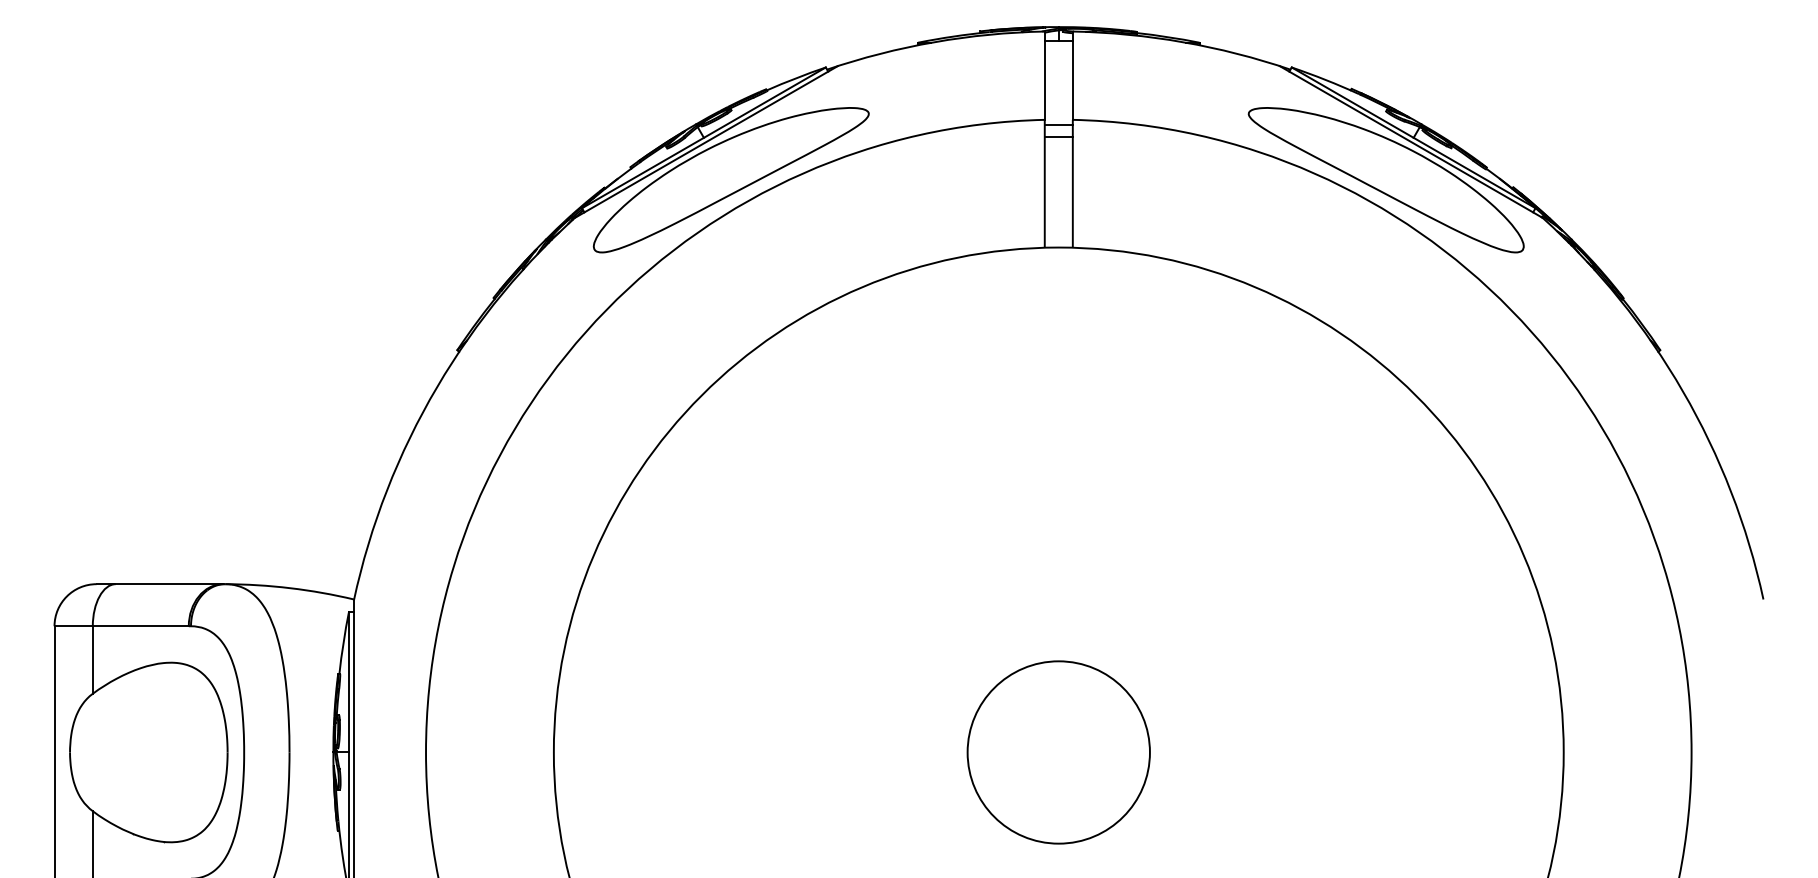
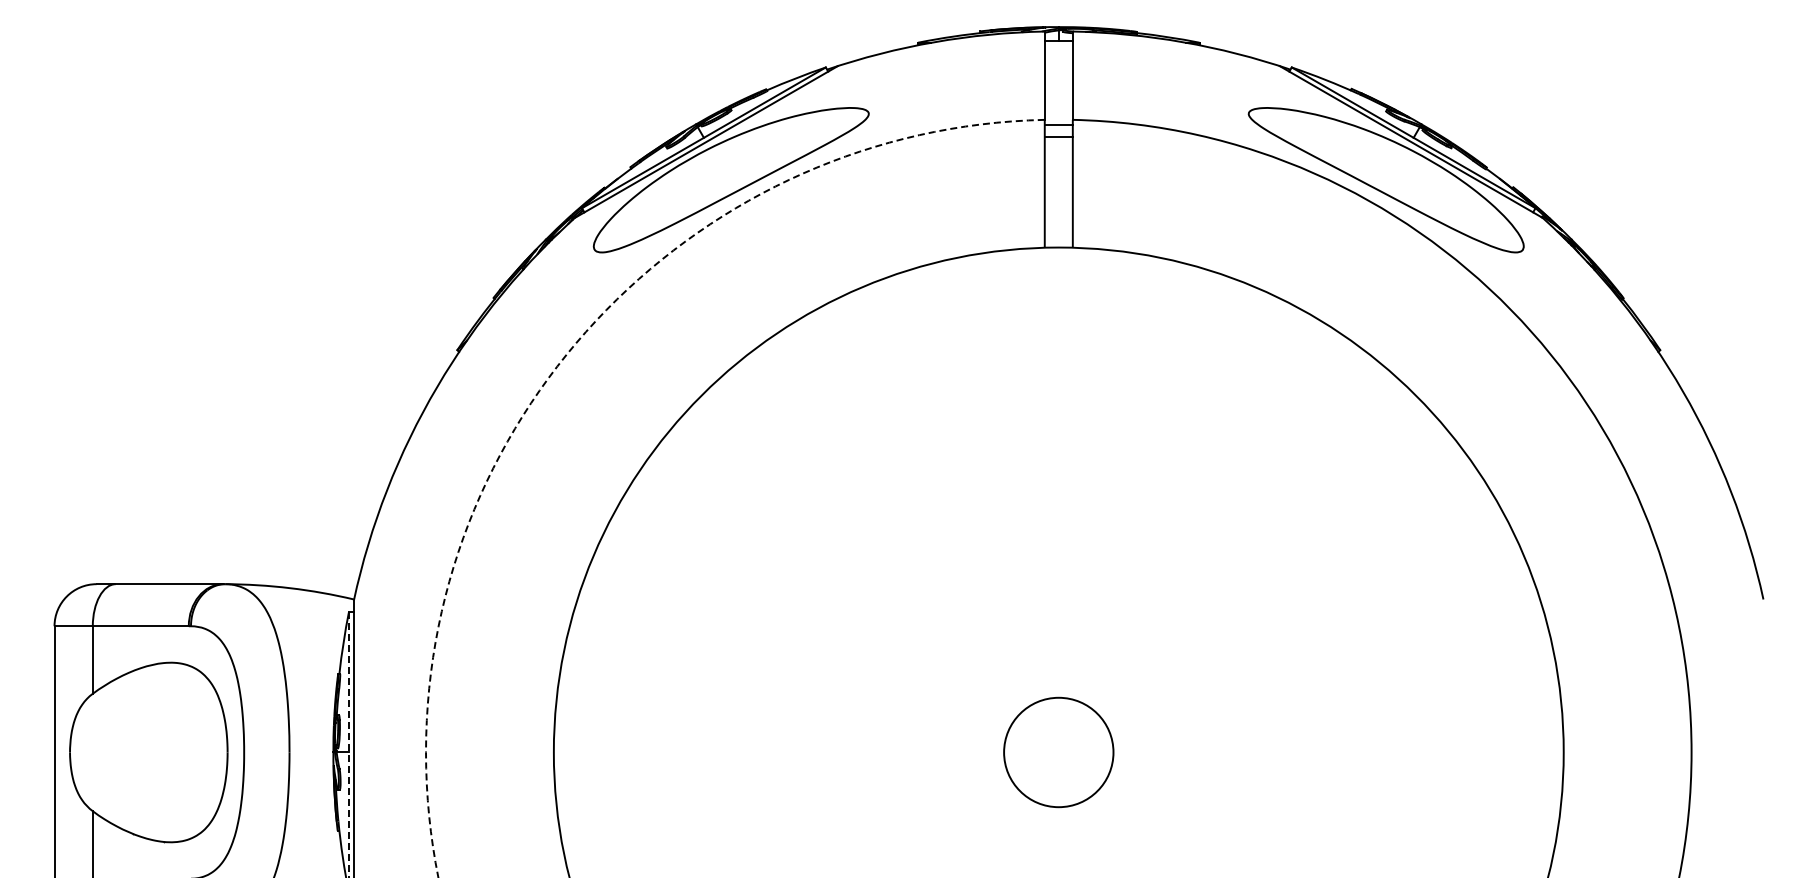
arc at (564, 357): solid -> dashed
line at (349, 744): solid -> dashed
circle at (1058, 752) diameter: 182 px -> 109 px
